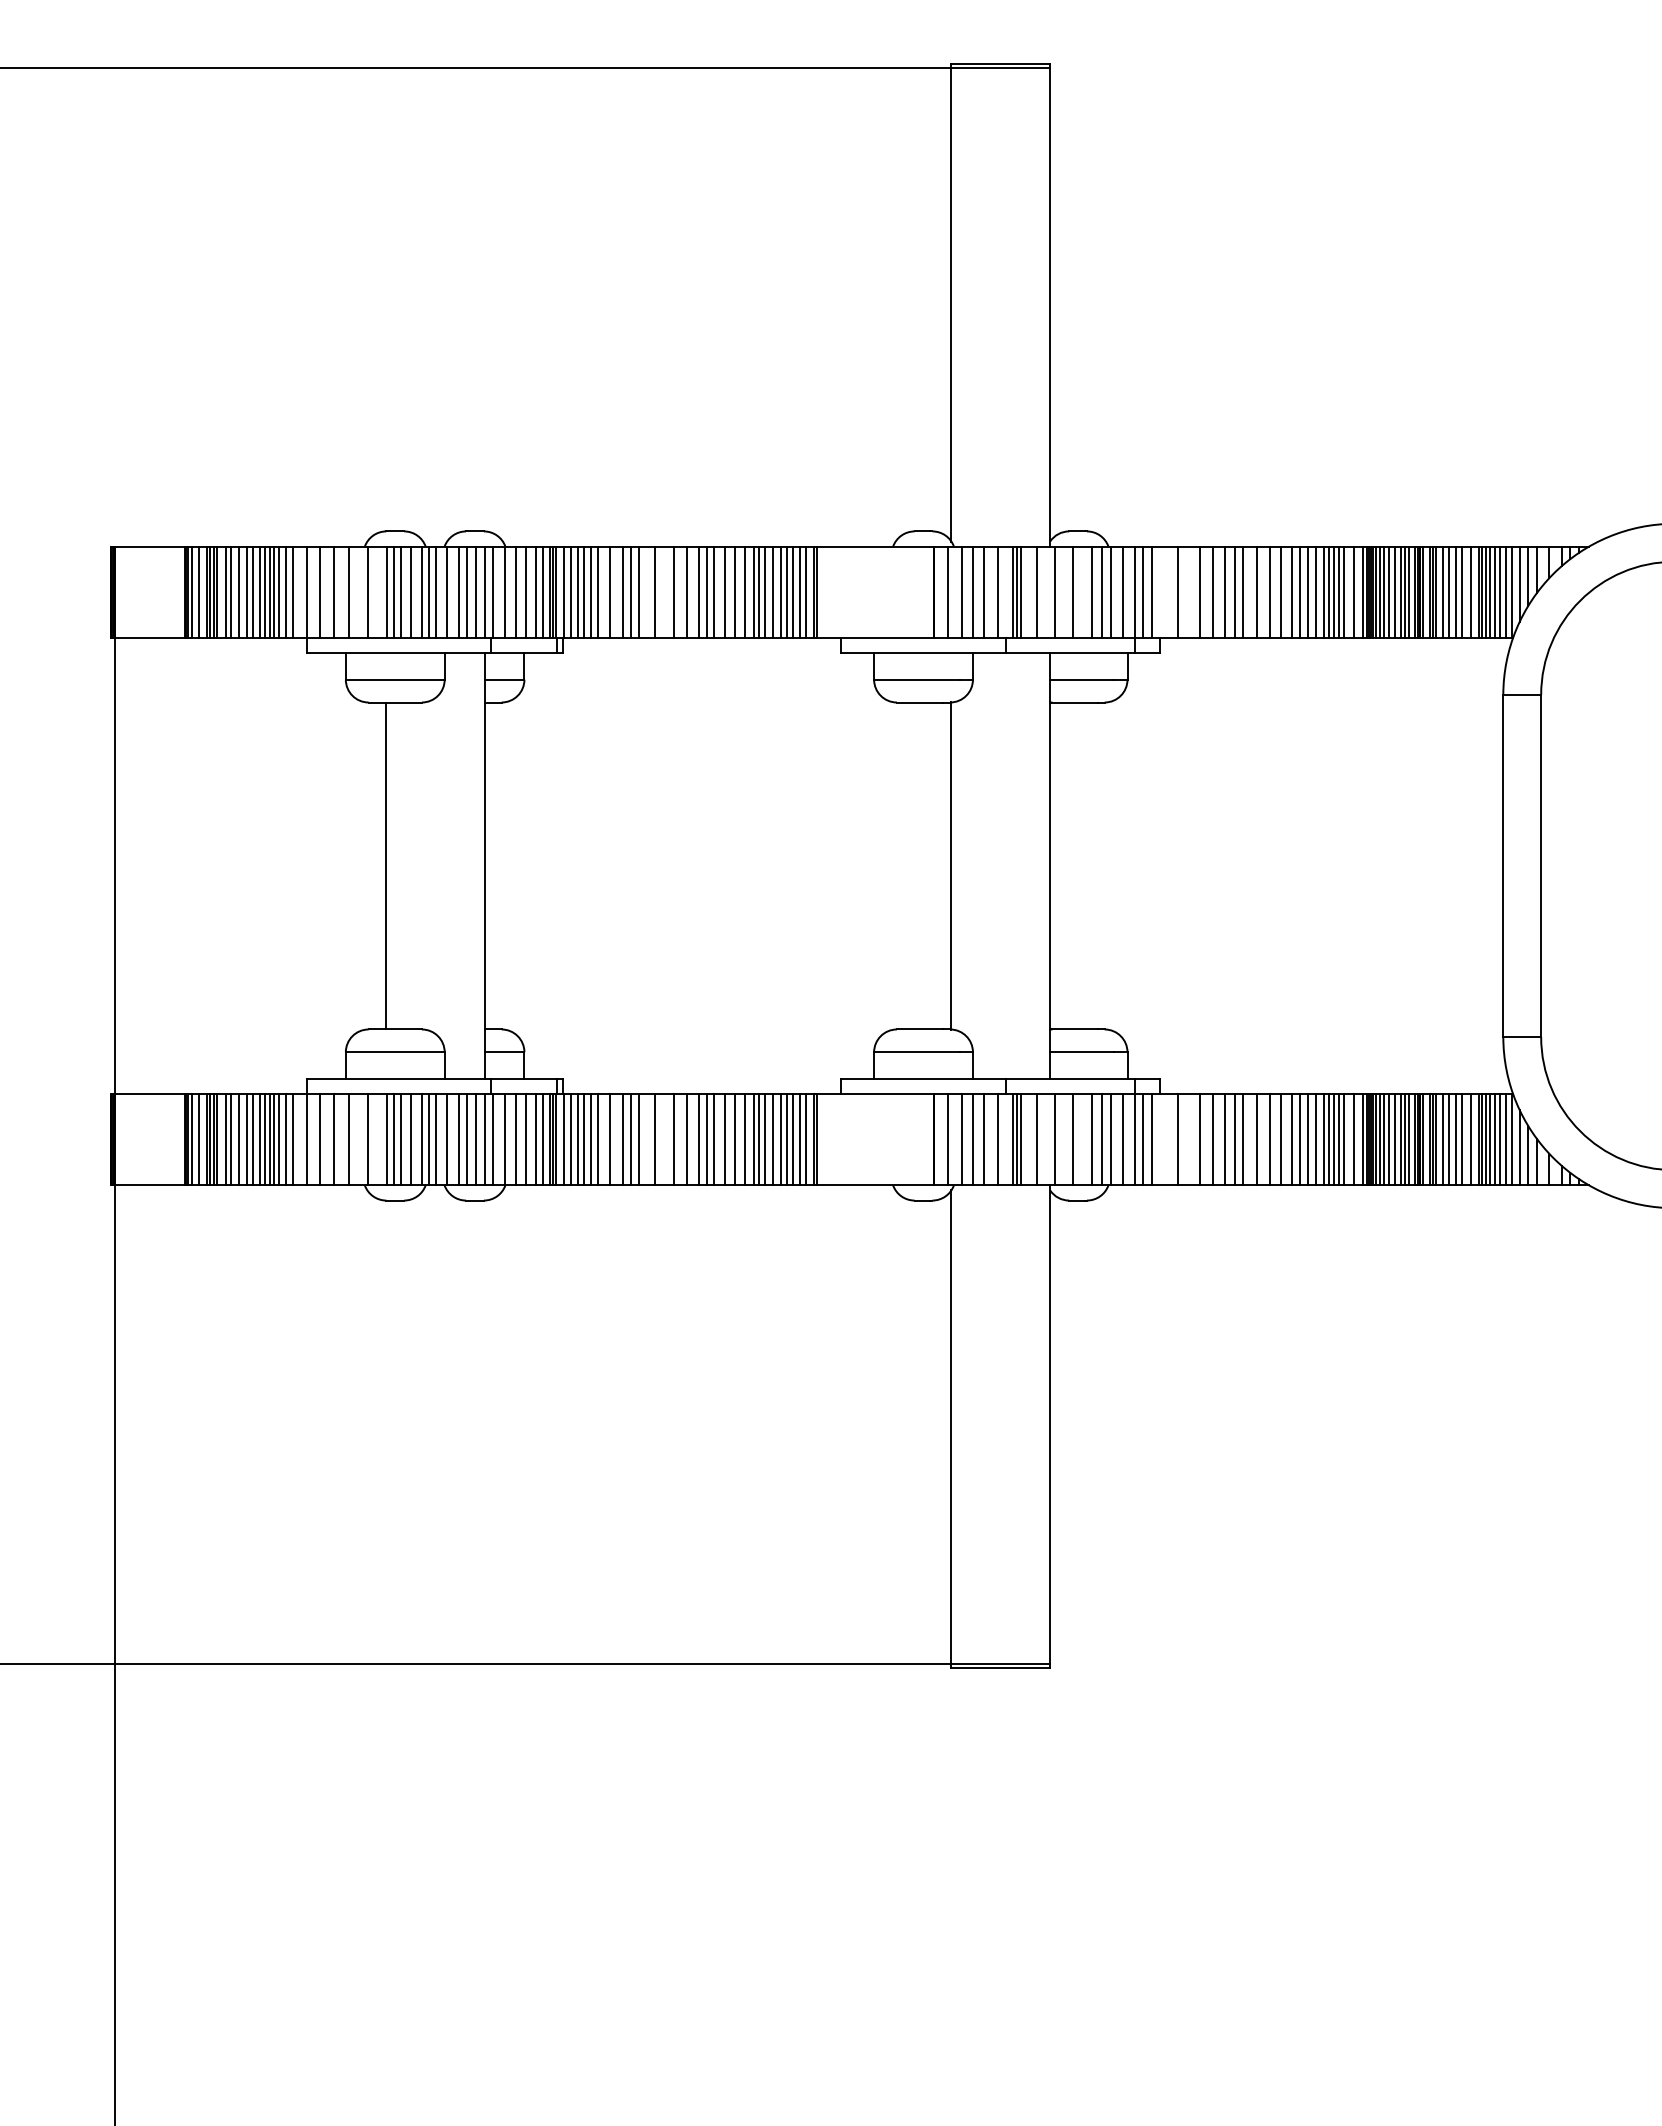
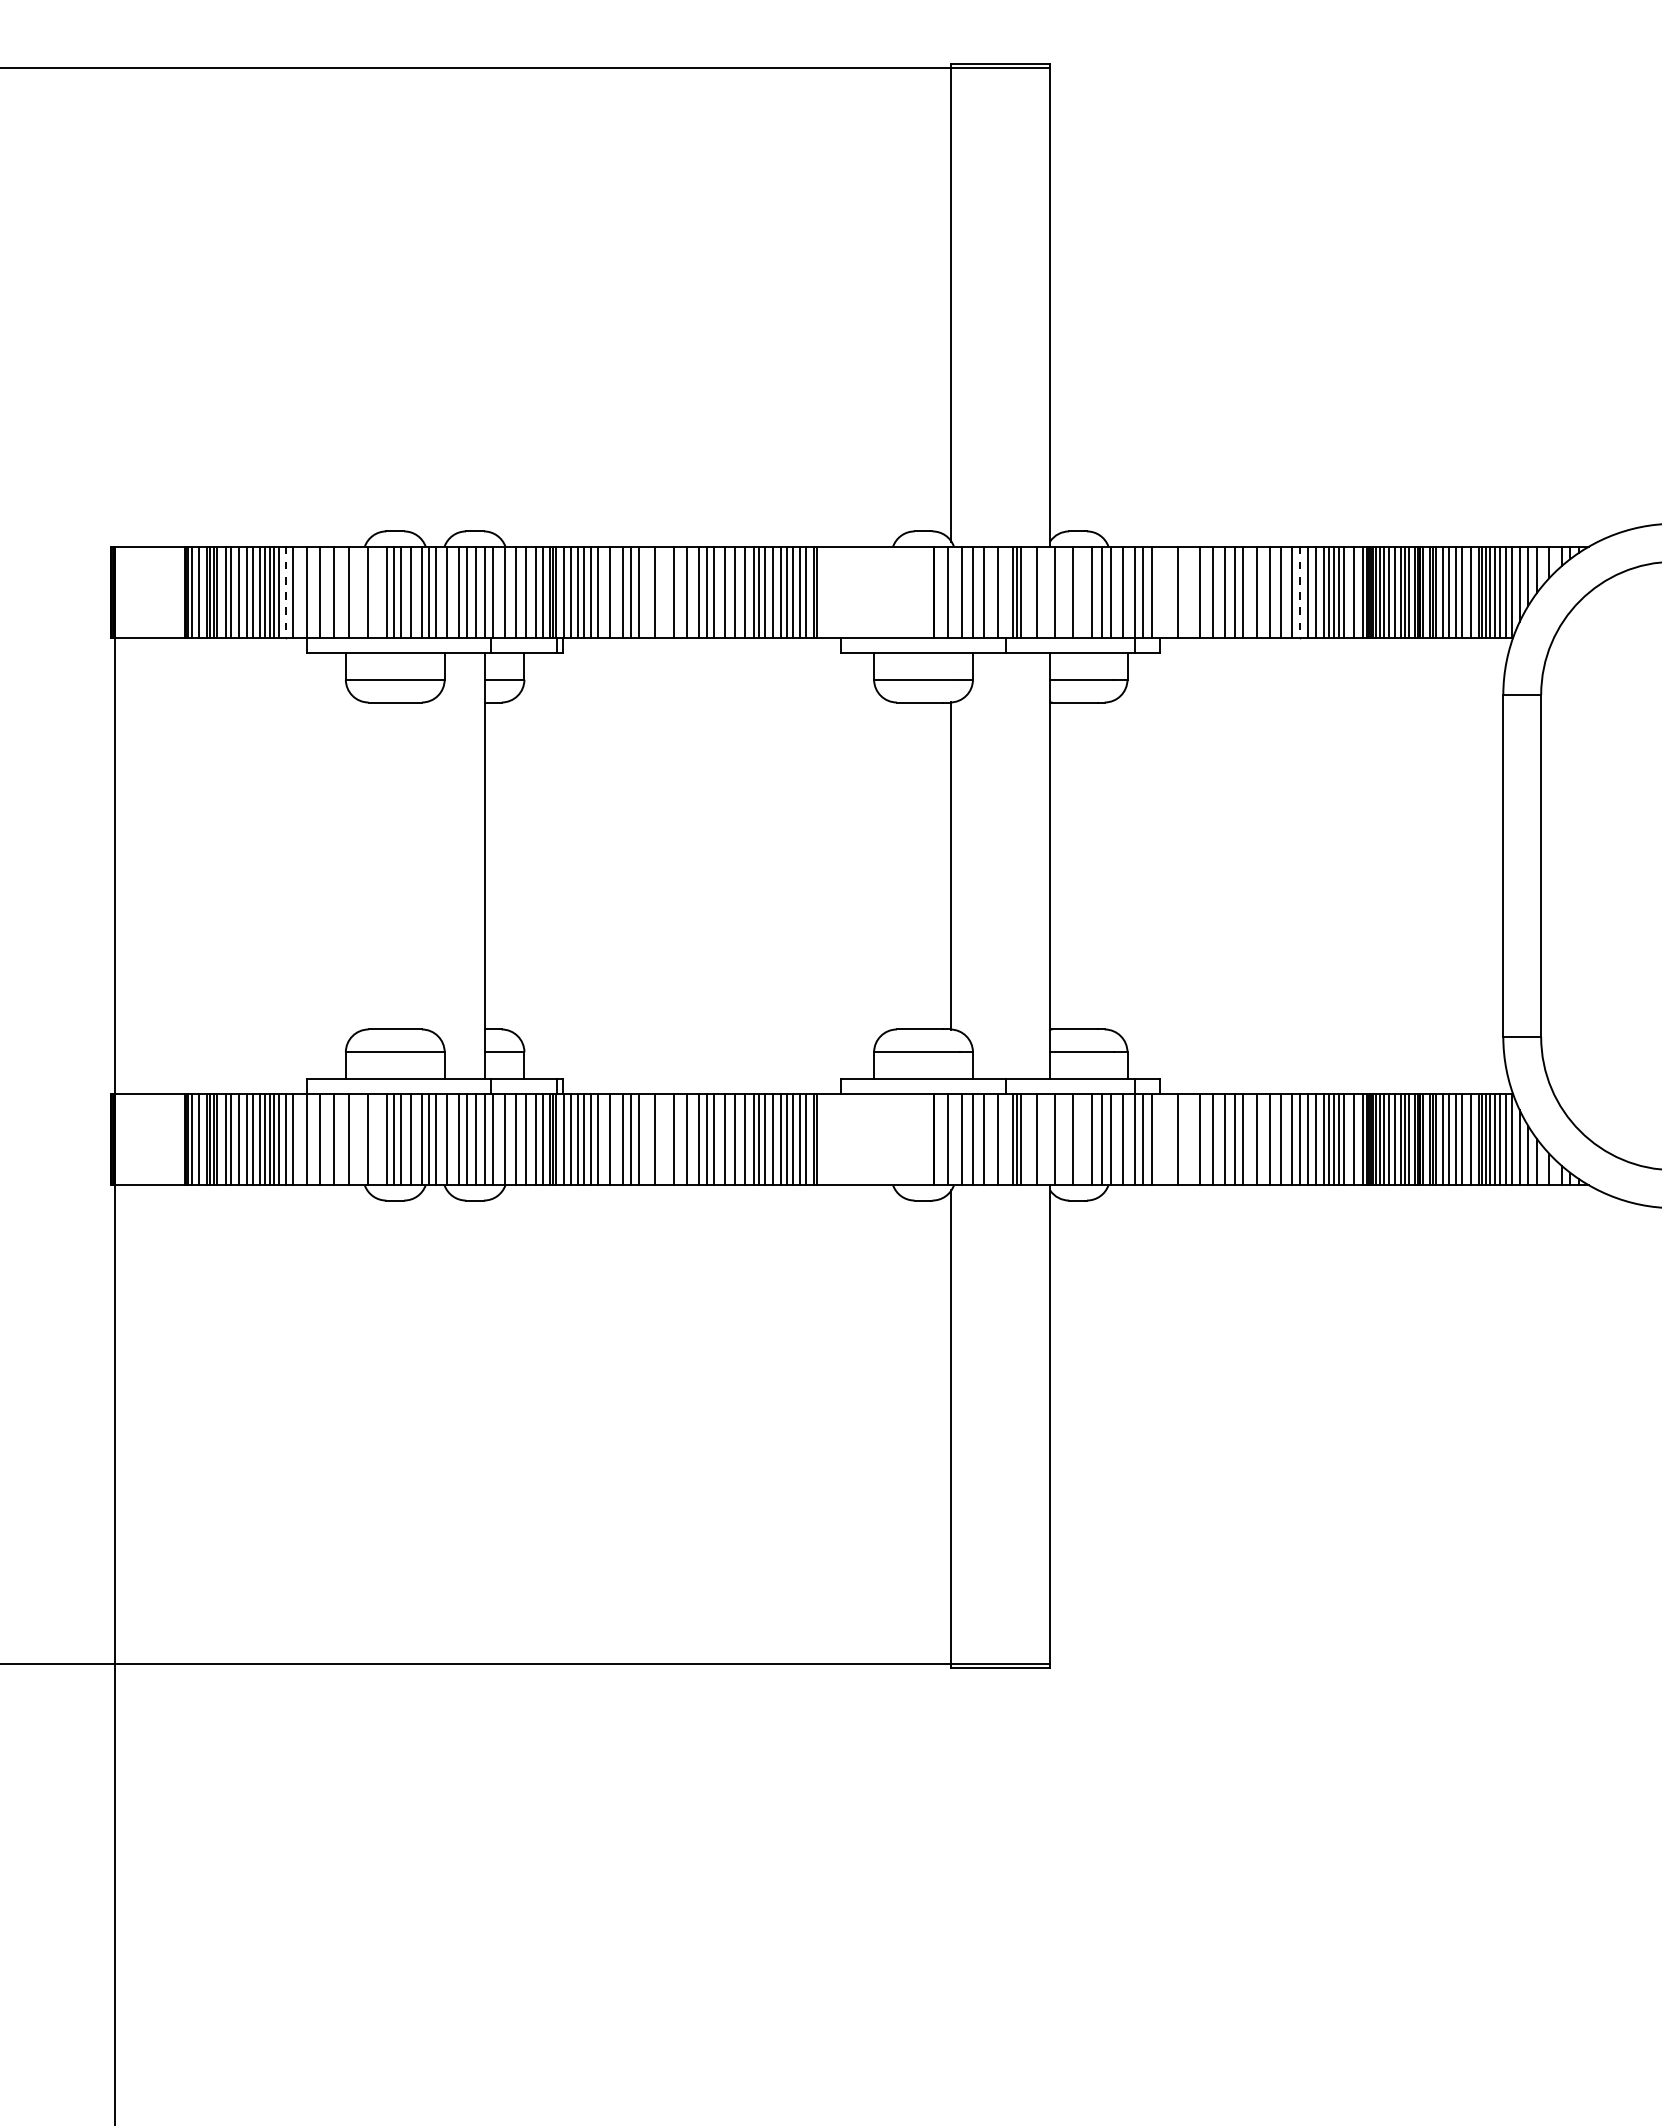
line at (285, 592): solid -> dashed
line at (1299, 592): solid -> dashed
line at (385, 865): present -> none
